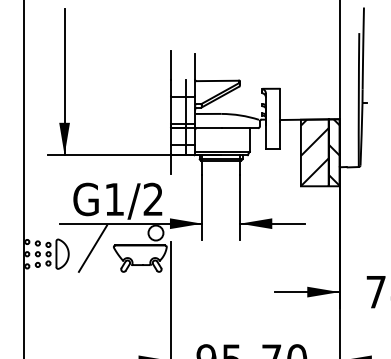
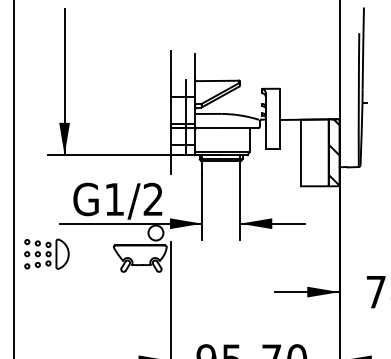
hatch at (314, 152): present -> none
line at (23, 178) position: (23, 178) -> (13, 178)
line at (92, 248): present -> none
